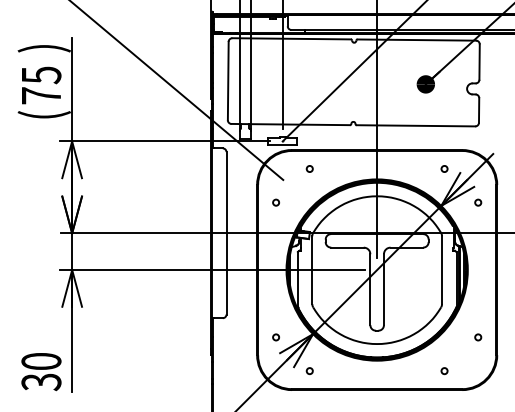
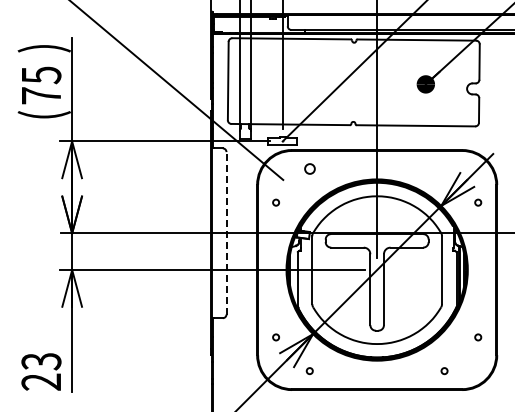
circle at (309, 168) size: 9x8 px -> 12x12 px
circle at (444, 168): present -> none
line at (226, 232): solid -> dashed
text at (41, 372): 30 -> 23
